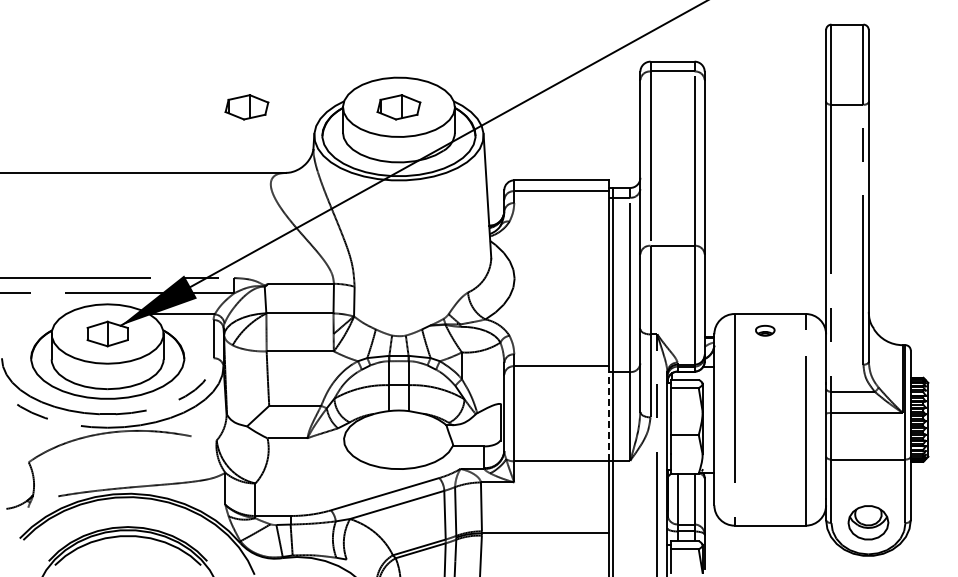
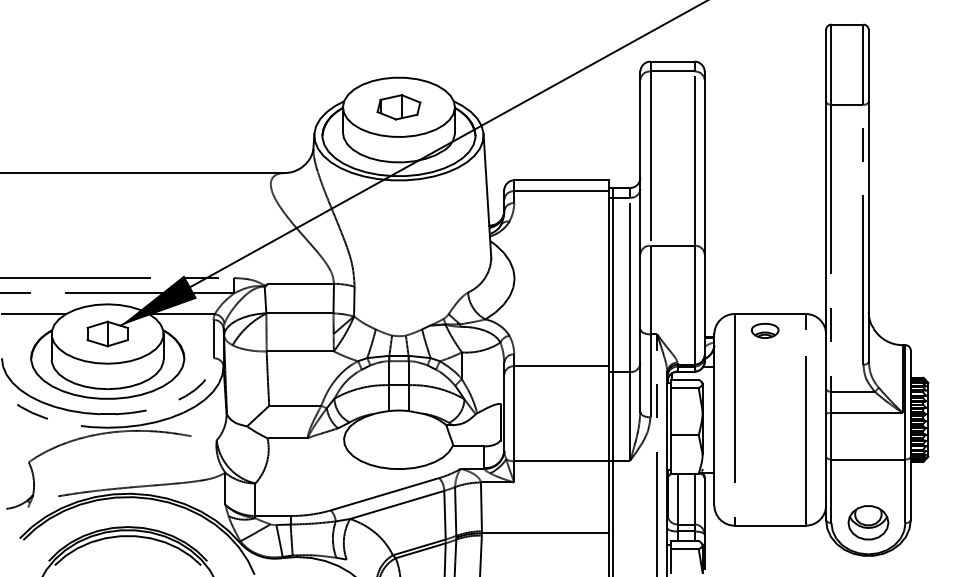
part at (246, 107): present -> none
line at (33, 314): none -> present
part at (765, 330) size: 21x12 px -> 29x17 px
line at (608, 413): dashed -> solid
